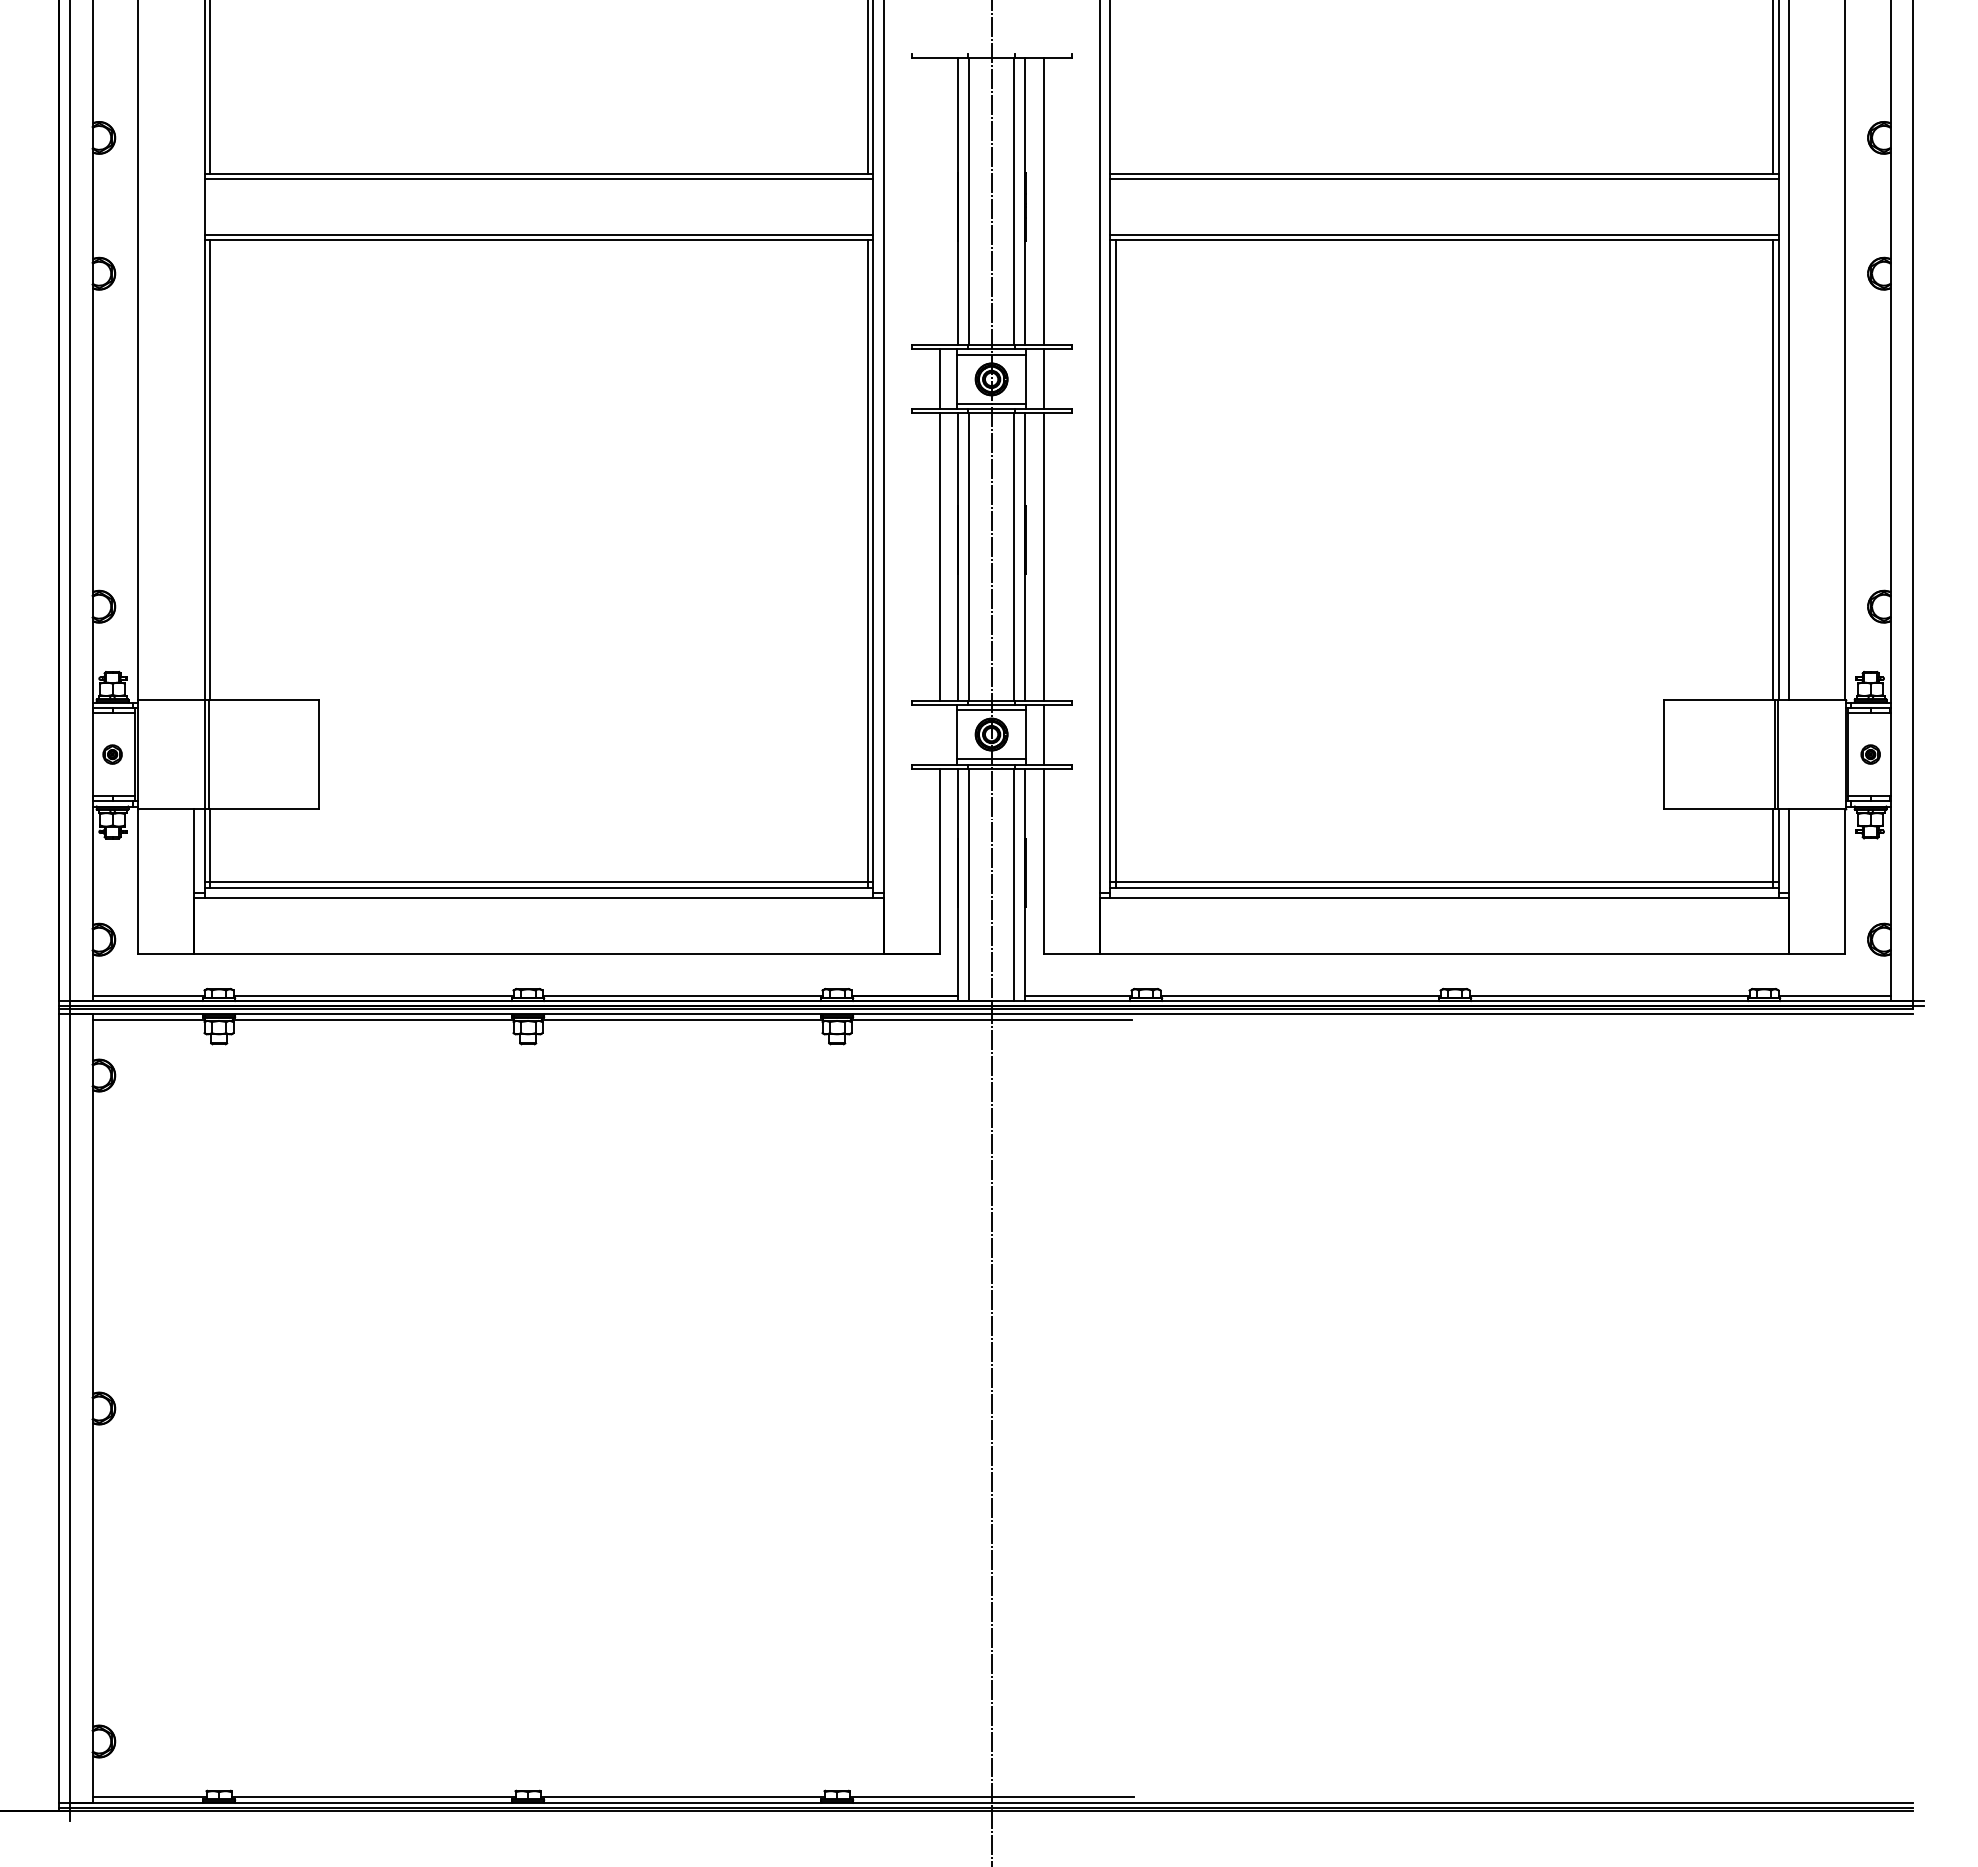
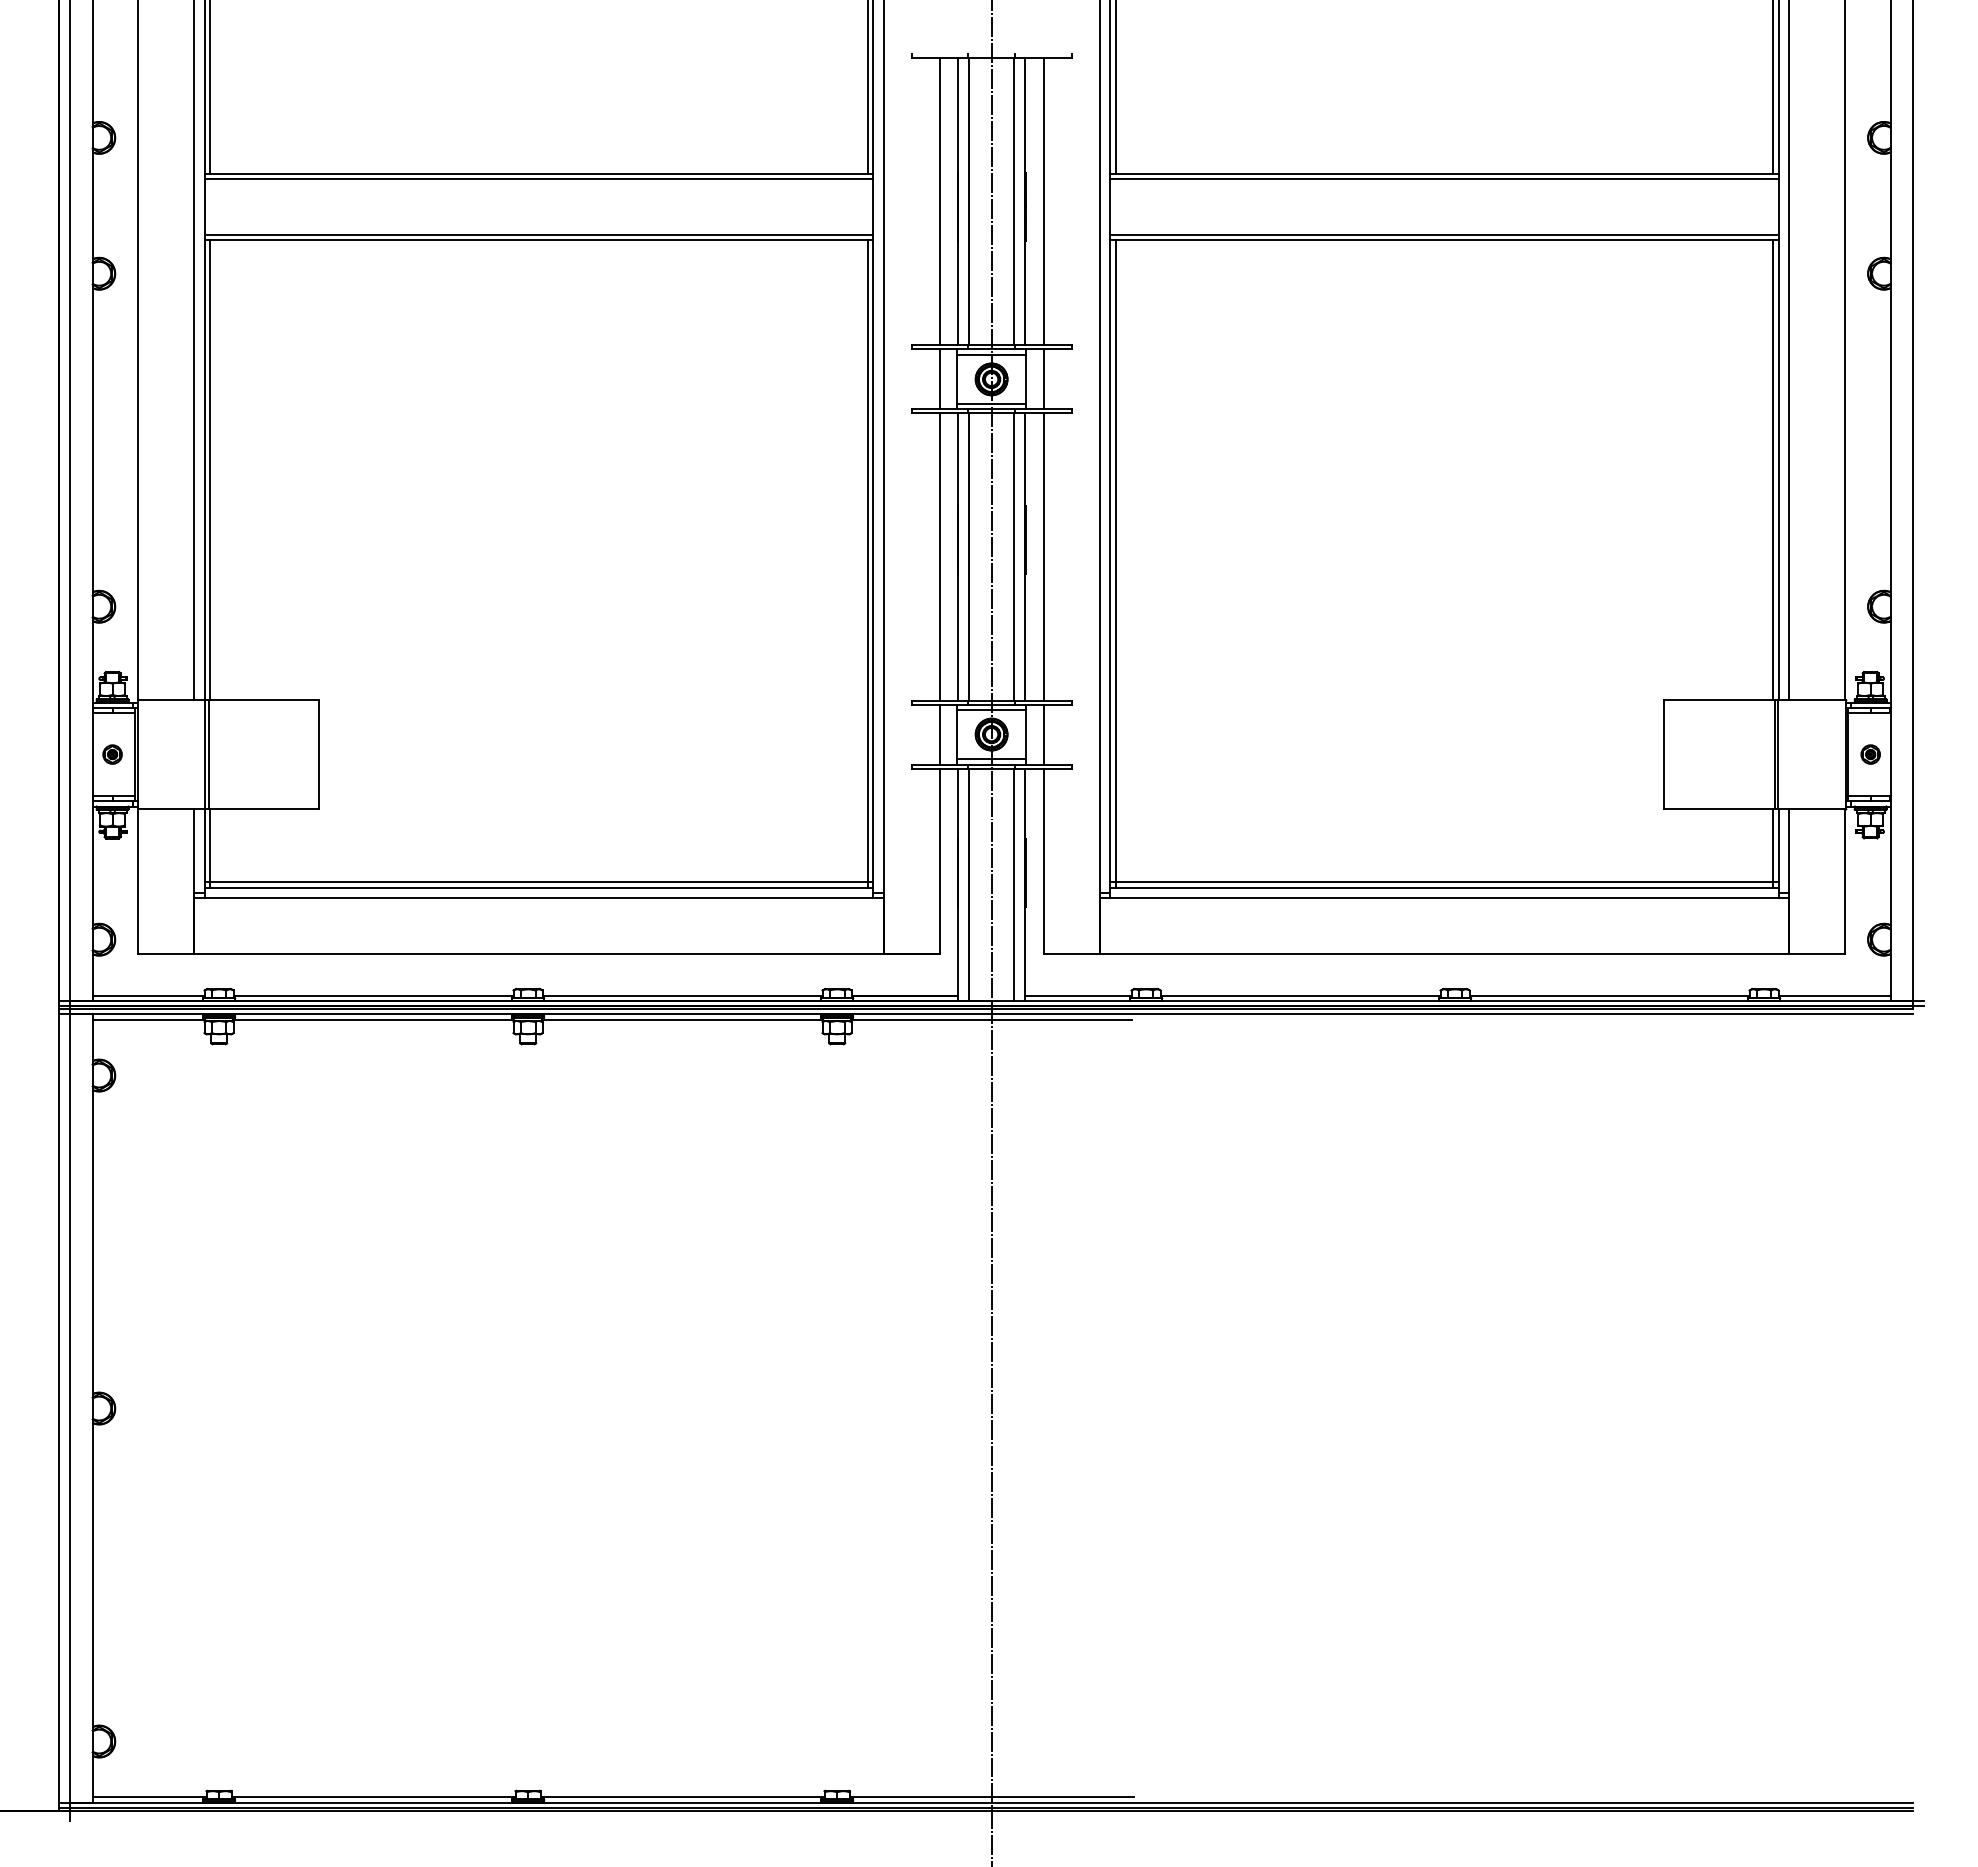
line at (1115, 87): none -> present
line at (939, 201): none -> present
line at (193, 350): none -> present
line at (939, 734): none -> present
